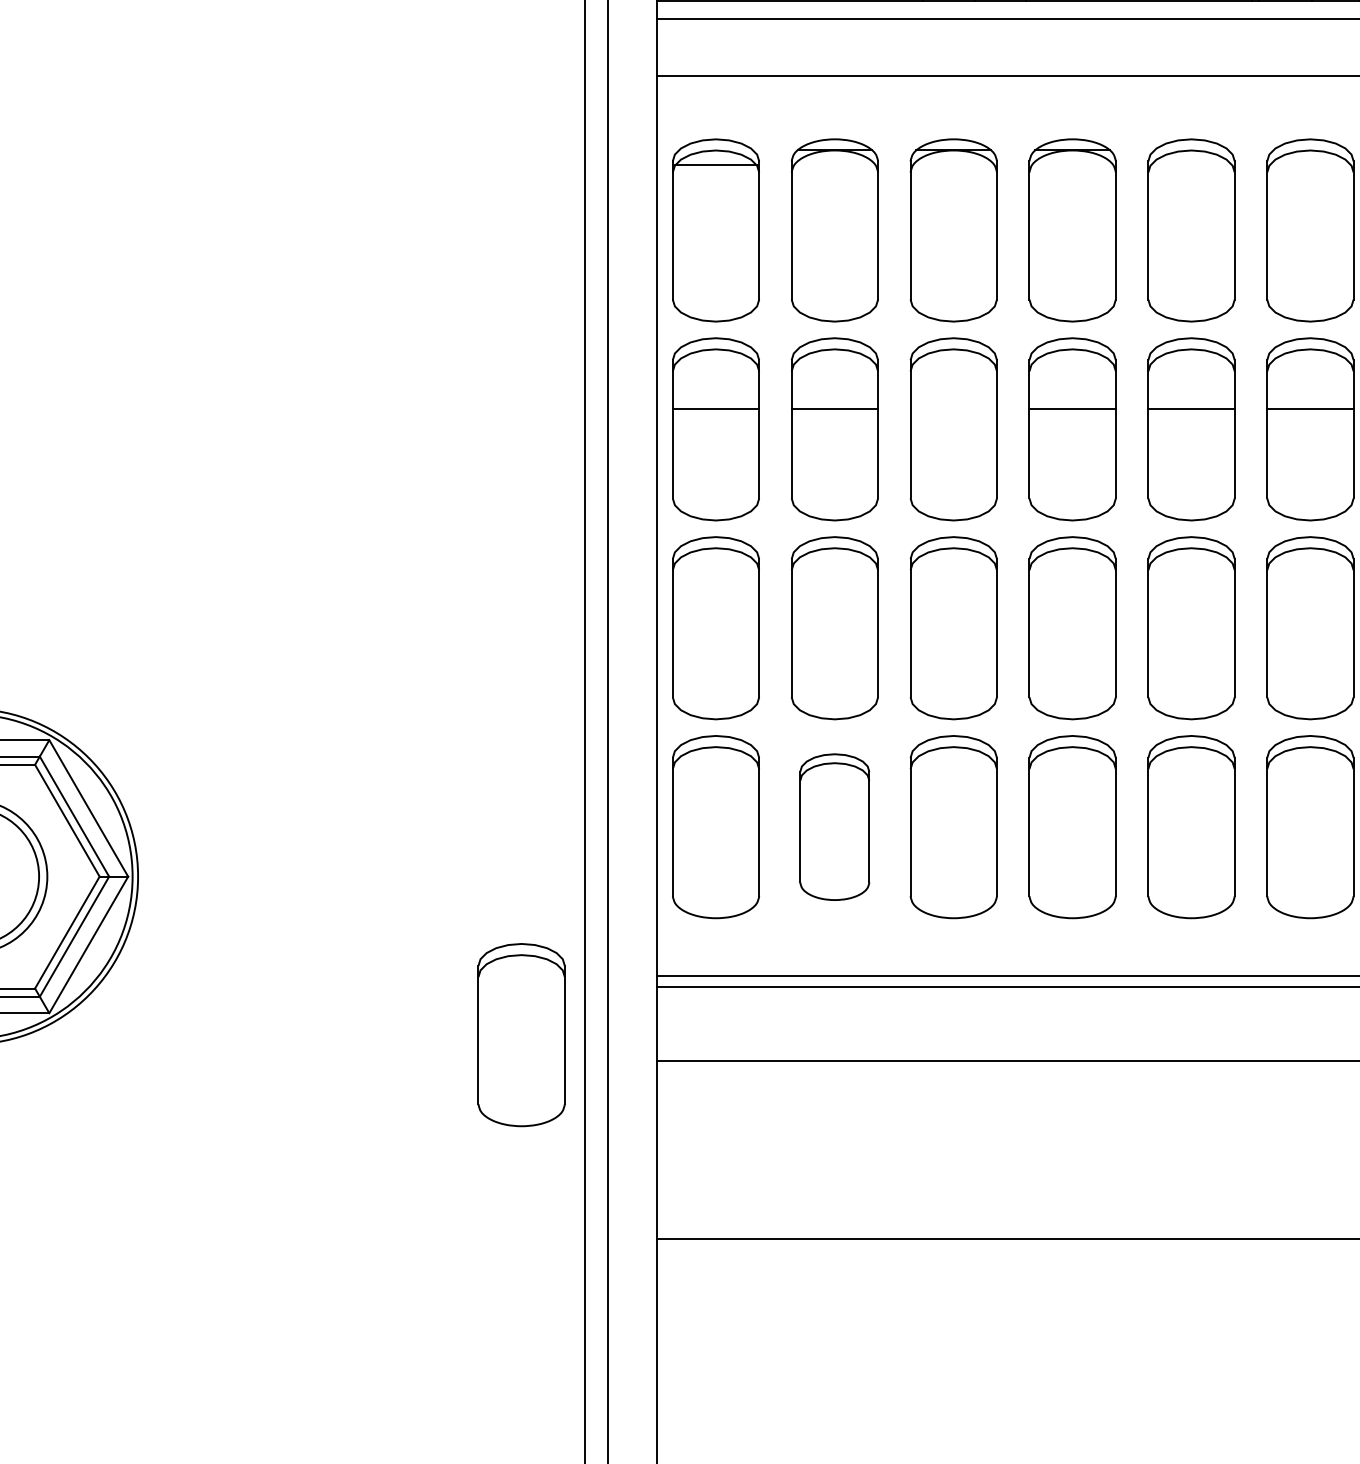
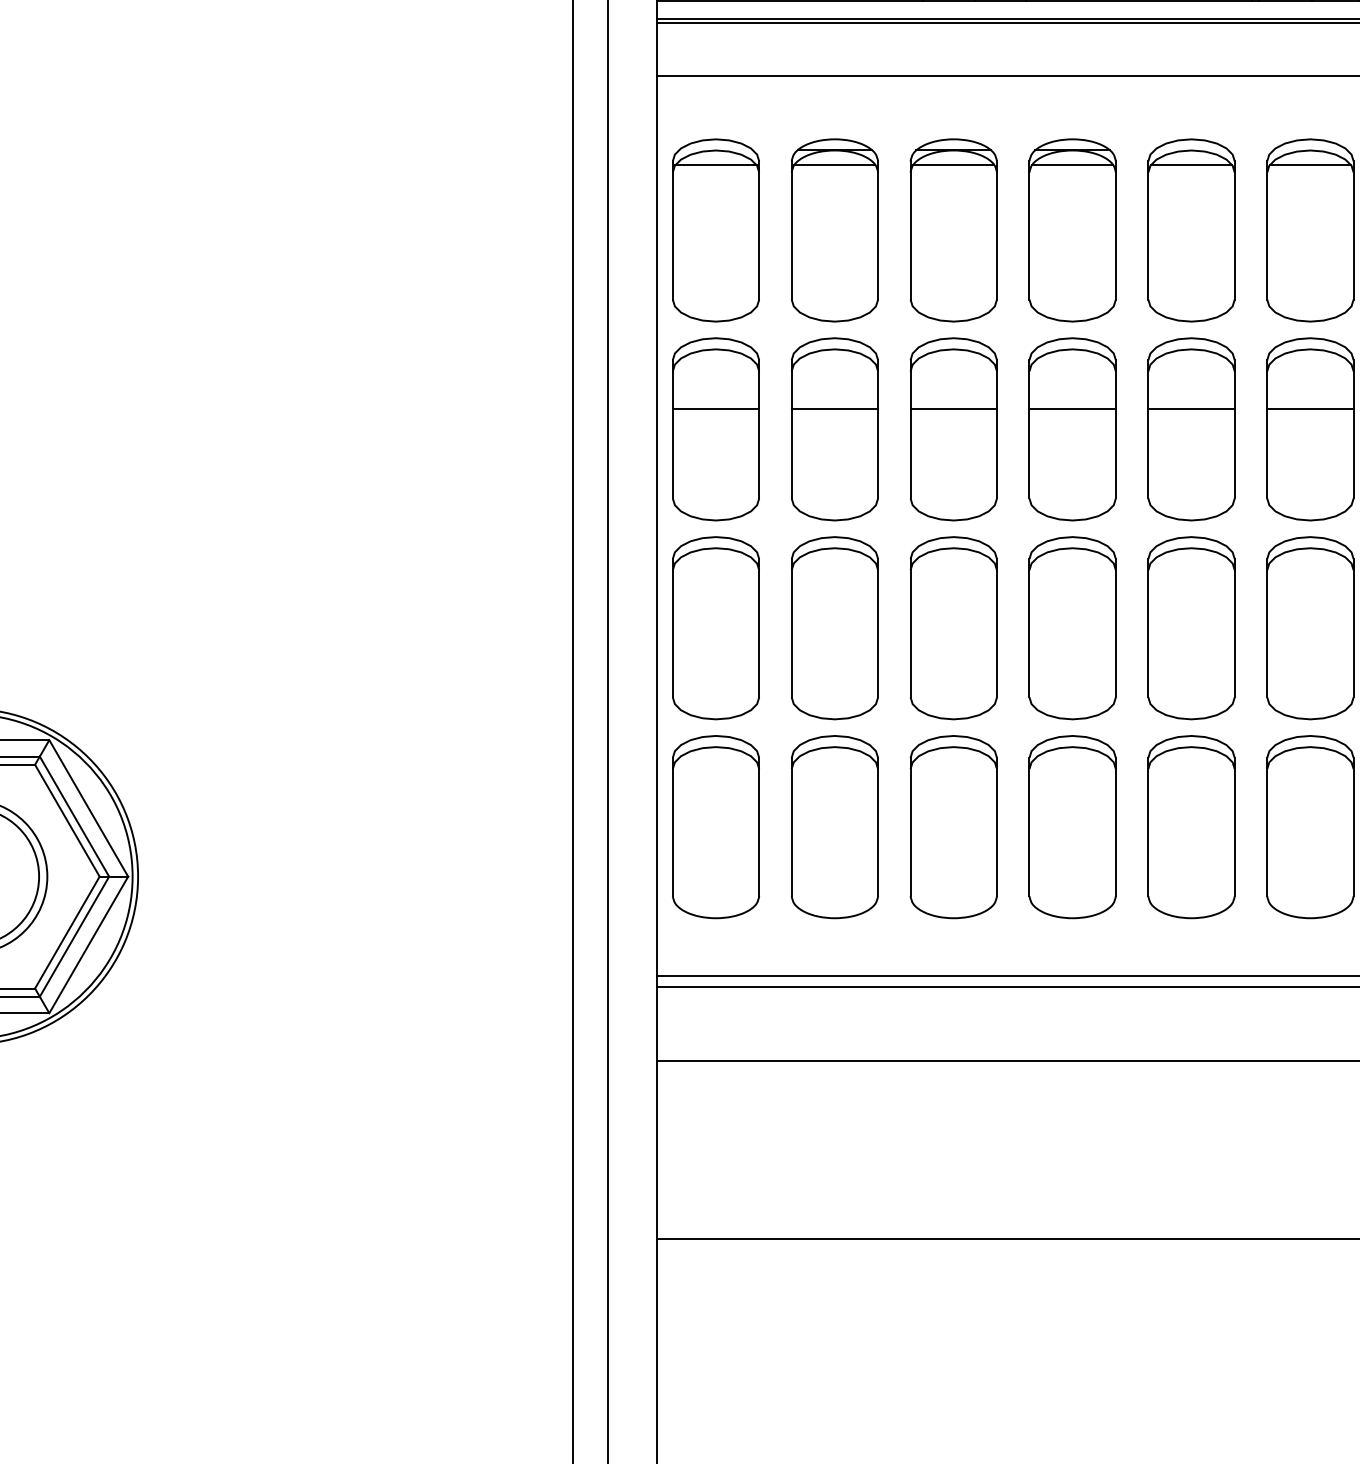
line at (1006, 23): none -> present
line at (834, 165): none -> present
line at (953, 165): none -> present
line at (1072, 165): none -> present
line at (1191, 165): none -> present
line at (1310, 165): none -> present
line at (953, 409): none -> present
line at (585, 731) position: (585, 731) -> (573, 731)
part at (834, 826) size: 72x148 px -> 89x185 px
part at (521, 1035): present -> none
